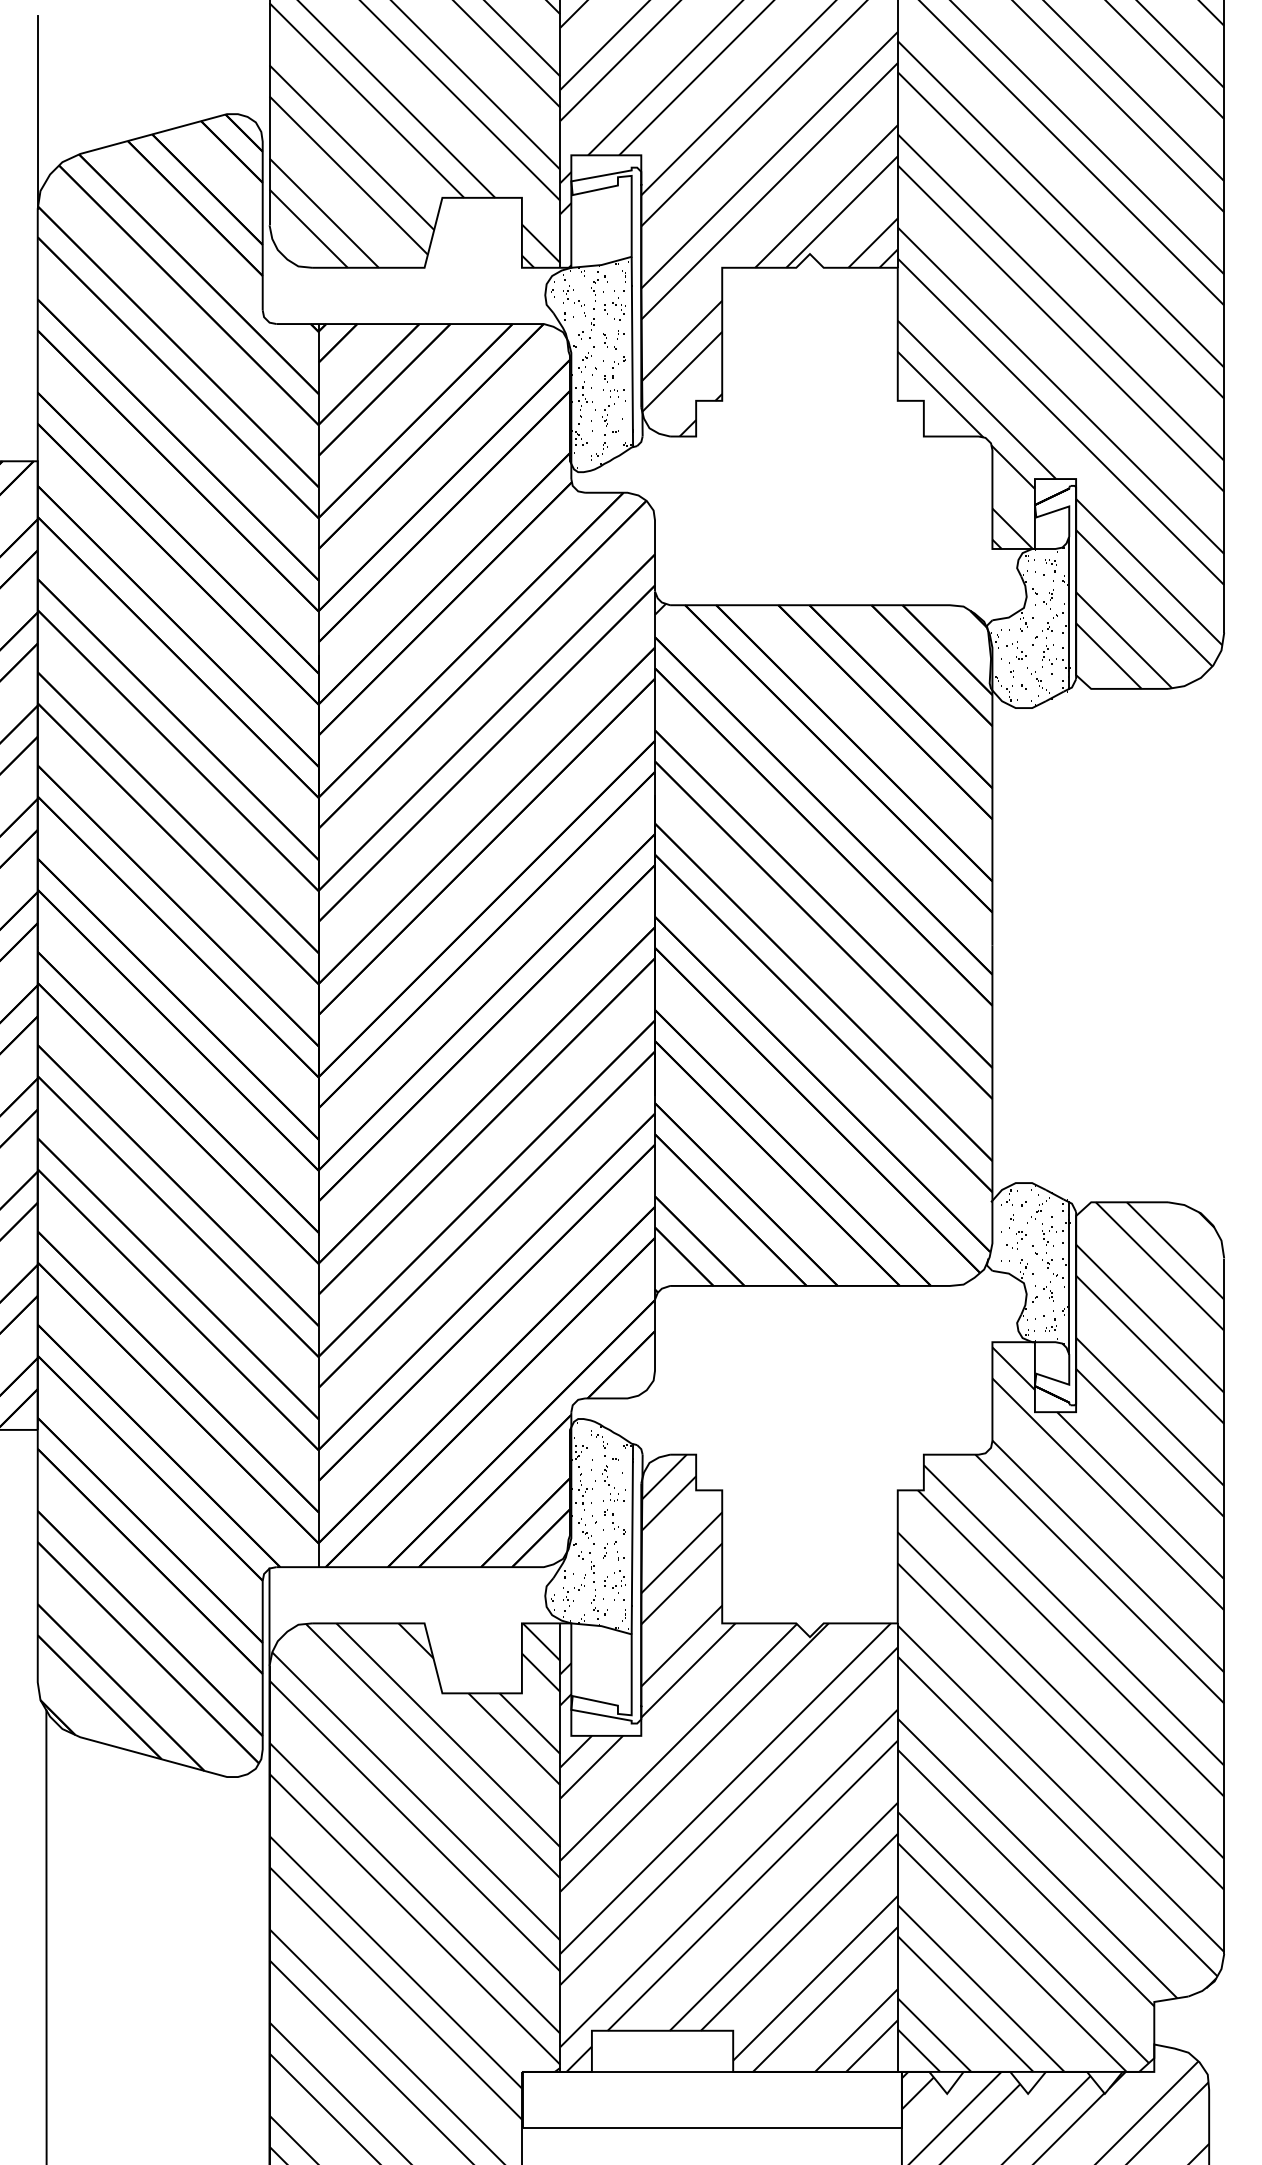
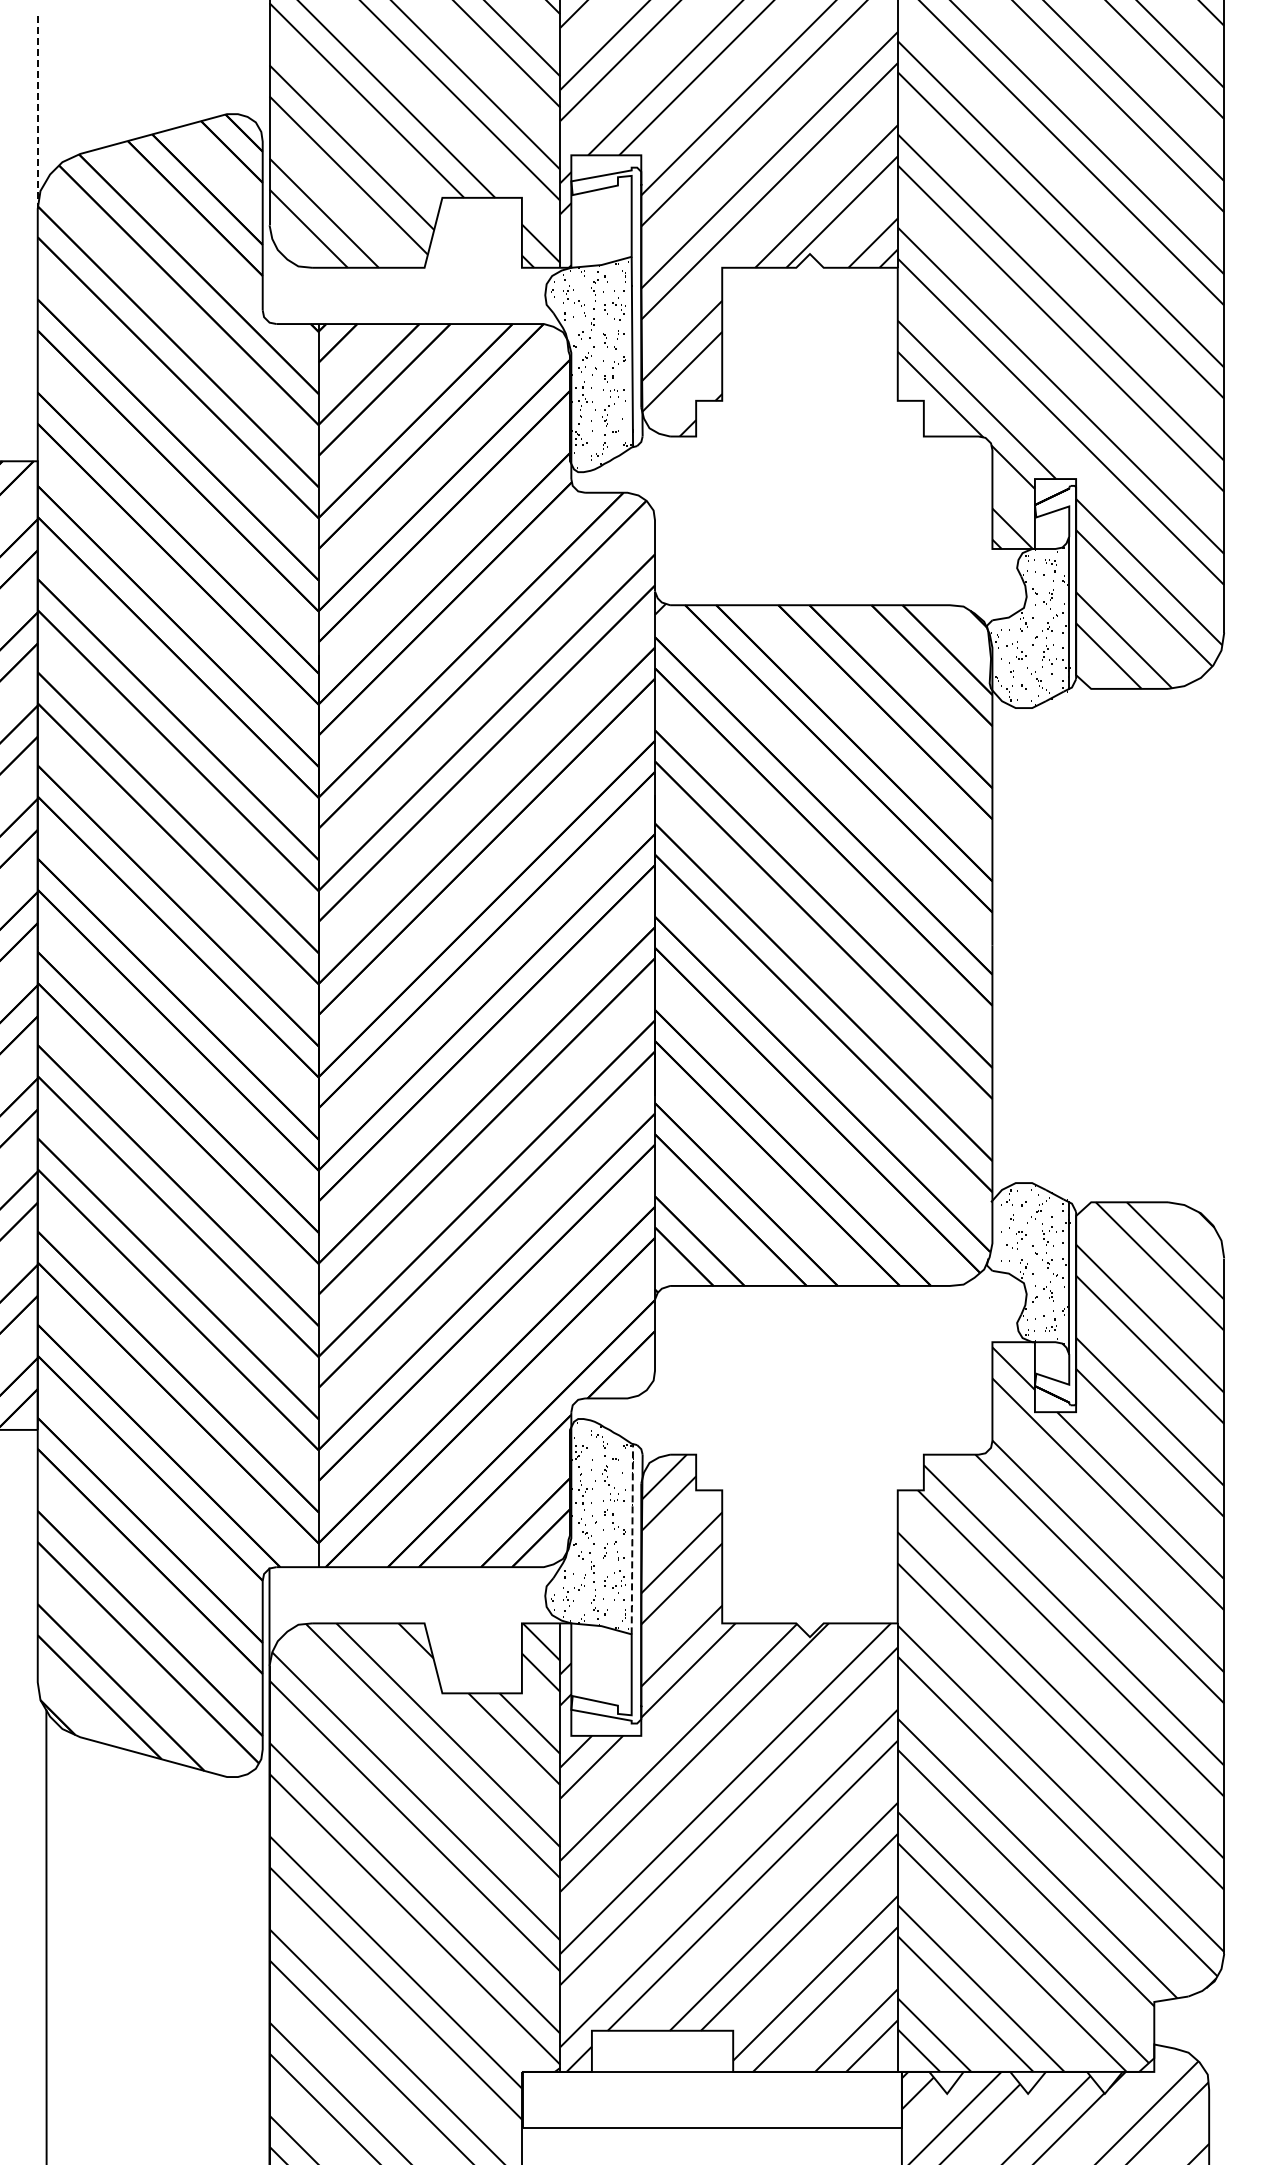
line at (37, 112): solid -> dashed
line at (632, 1538): solid -> dashed
